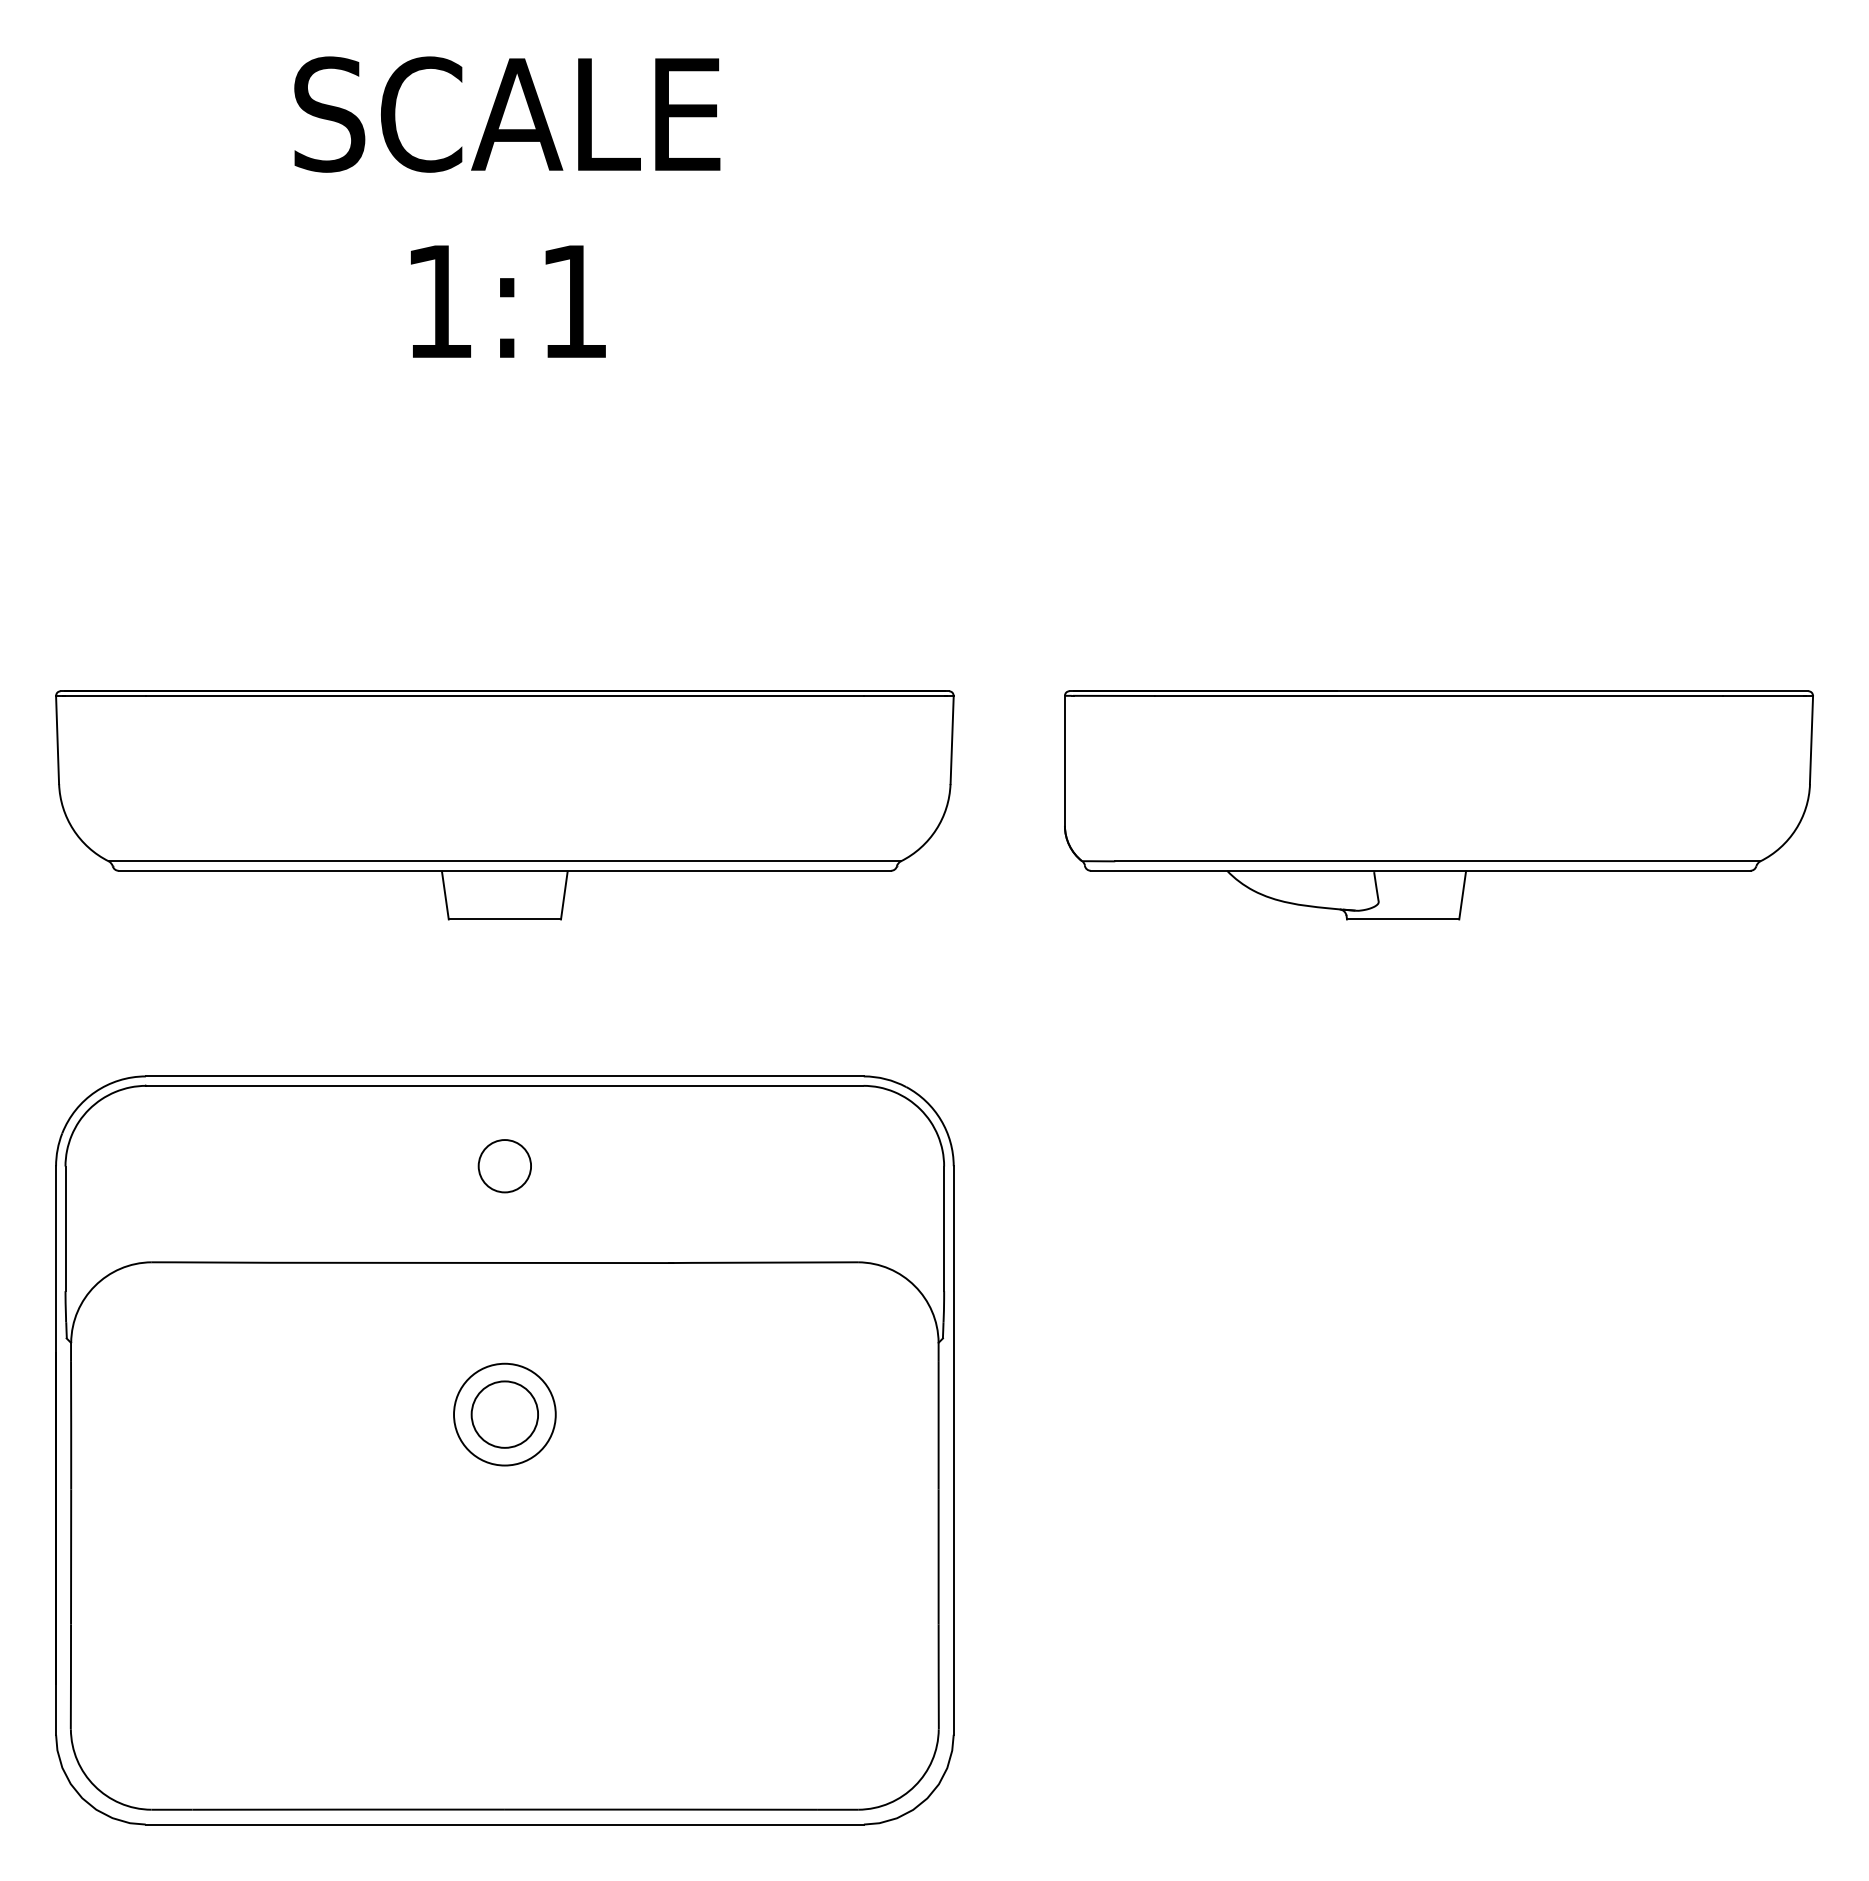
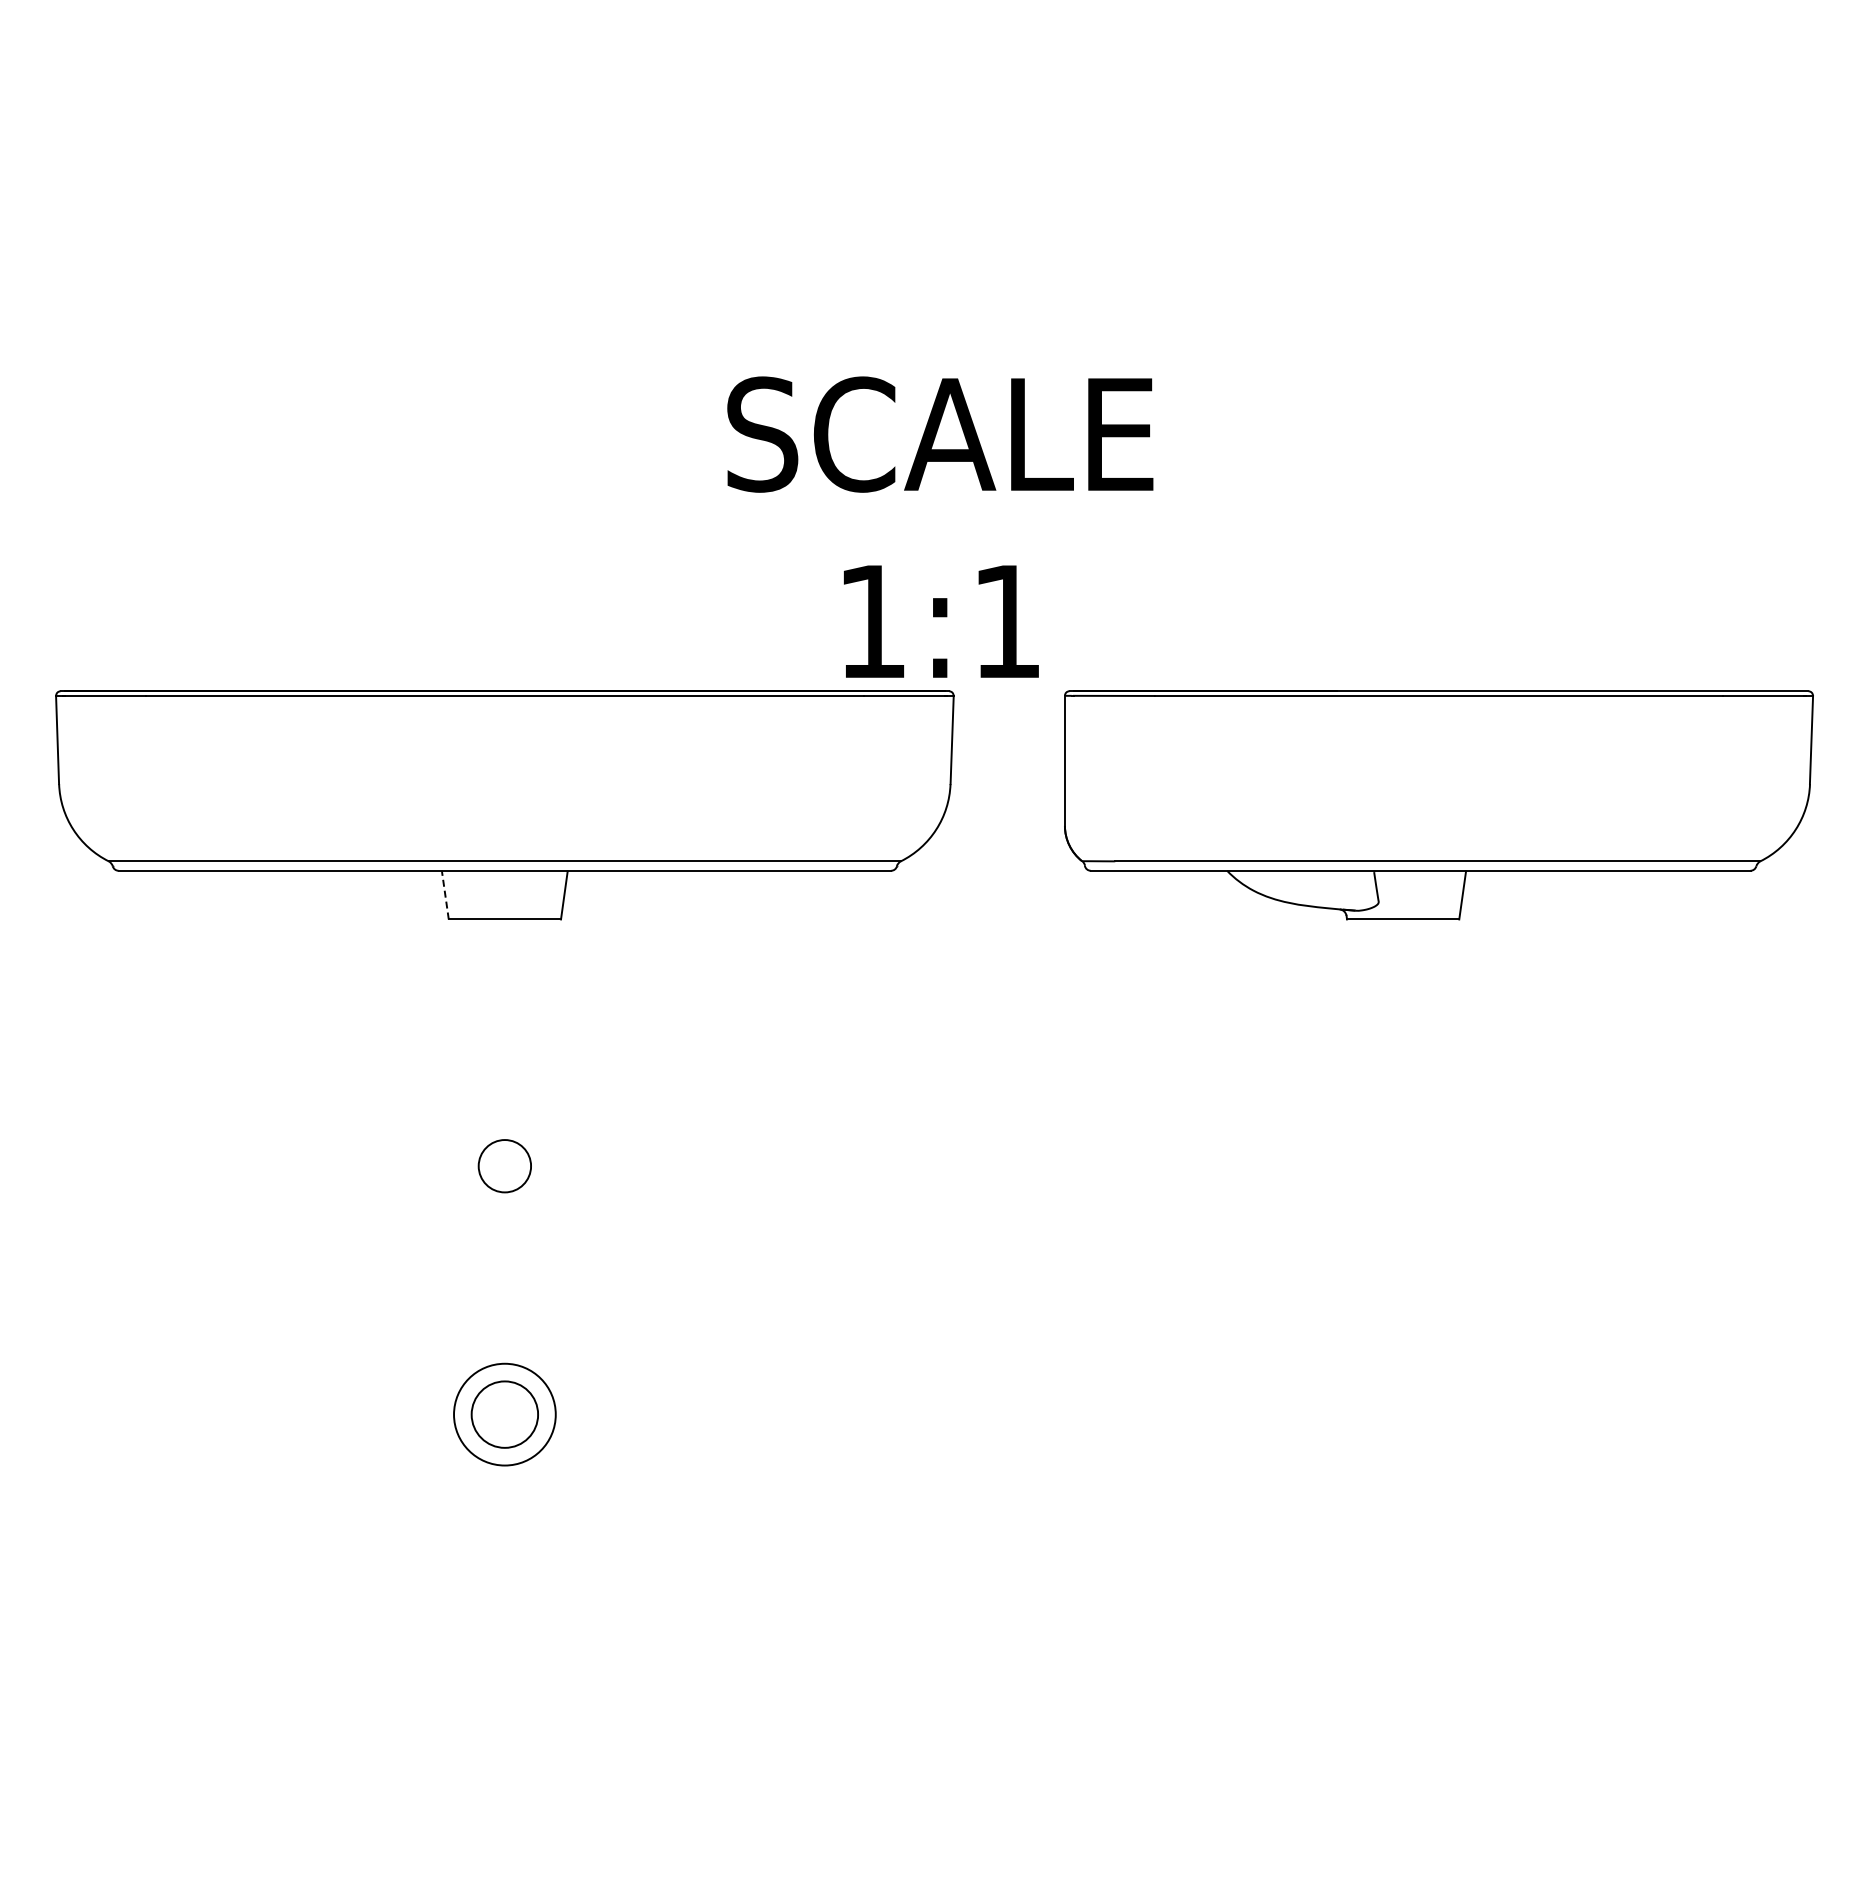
text at (507, 206) position: (507, 206) -> (940, 526)
line at (445, 895): solid -> dashed
part at (504, 1450): present -> none
